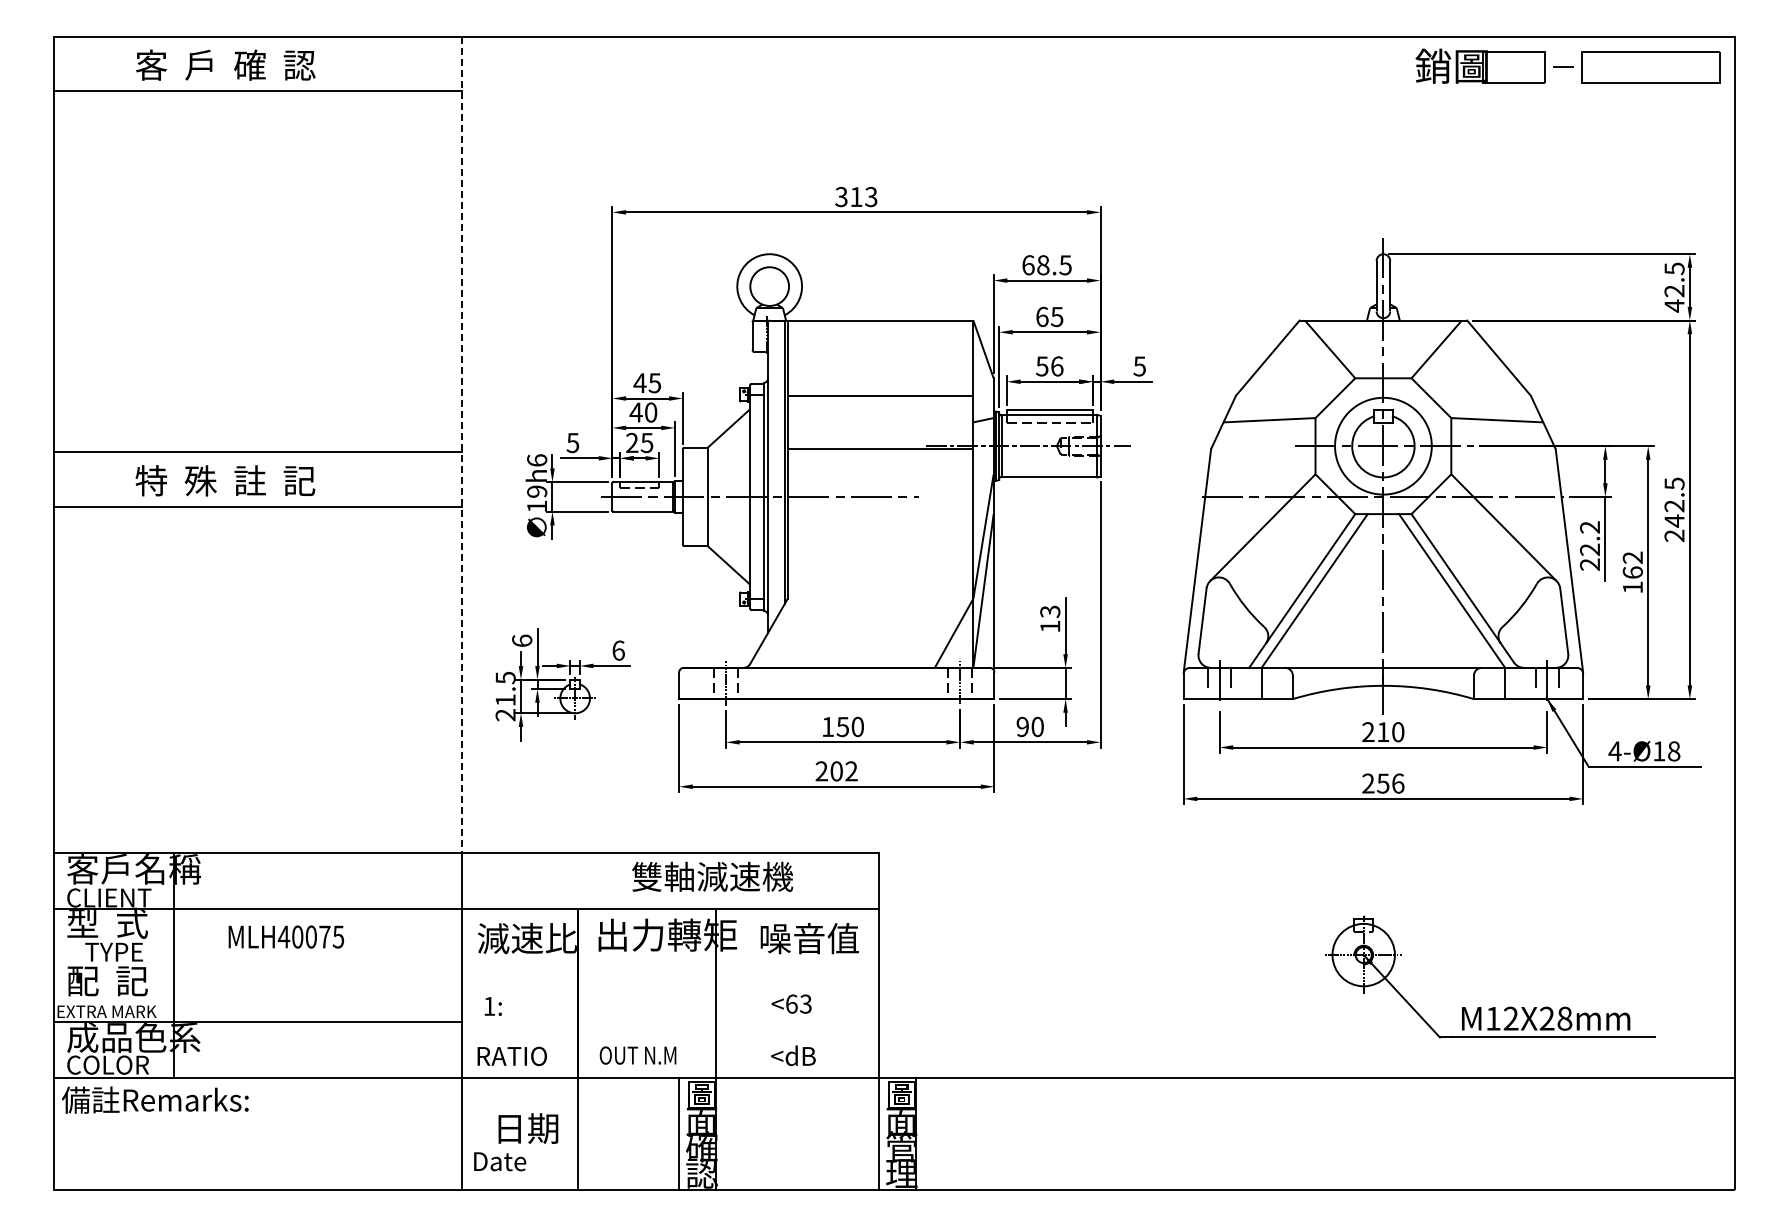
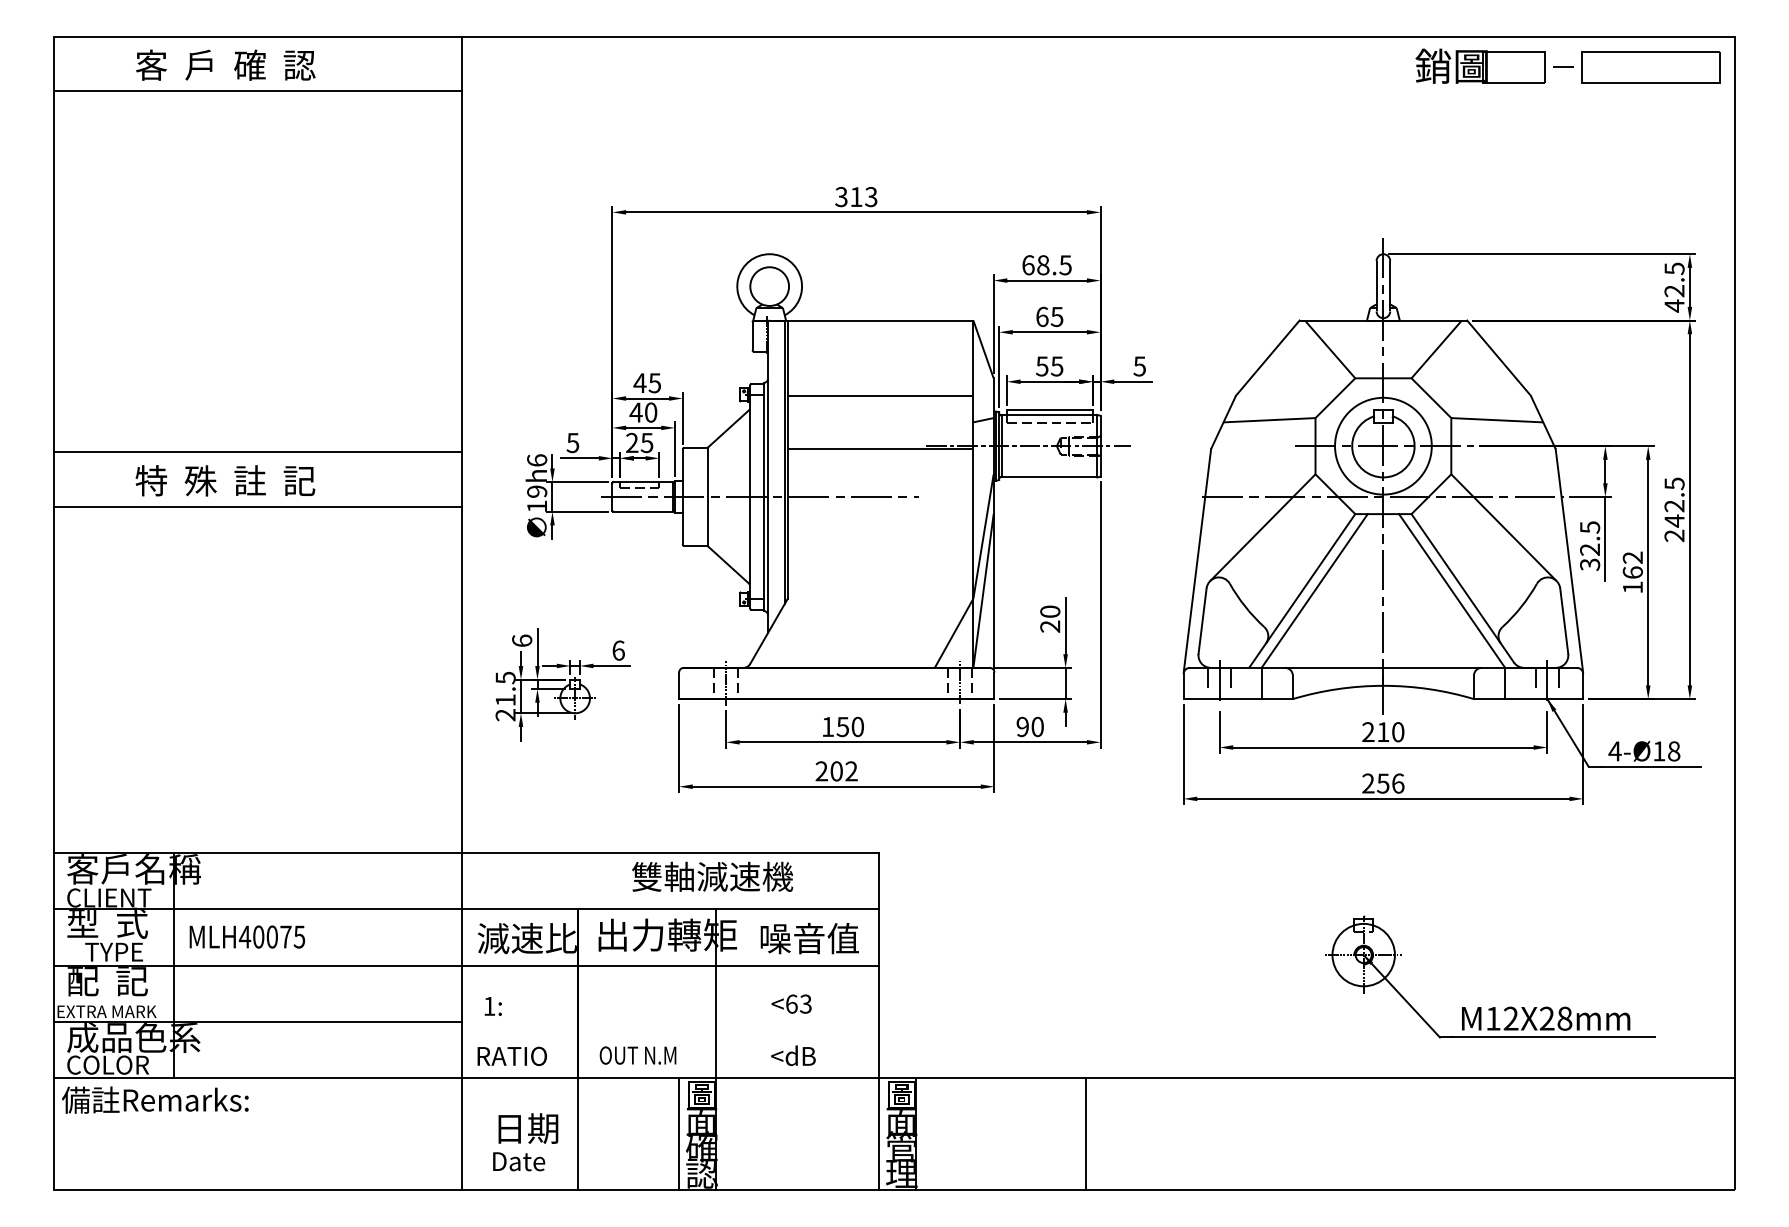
text at (1057, 366): 56 -> 55
line at (461, 445): dashed -> solid
text at (1590, 546): 22.2 -> 32.5
text at (1050, 618): 13 -> 20
text at (286, 936) position: (286, 936) -> (247, 936)
line at (466, 965): none -> present
line at (1085, 1133): none -> present
text at (500, 1161) position: (500, 1161) -> (519, 1161)
